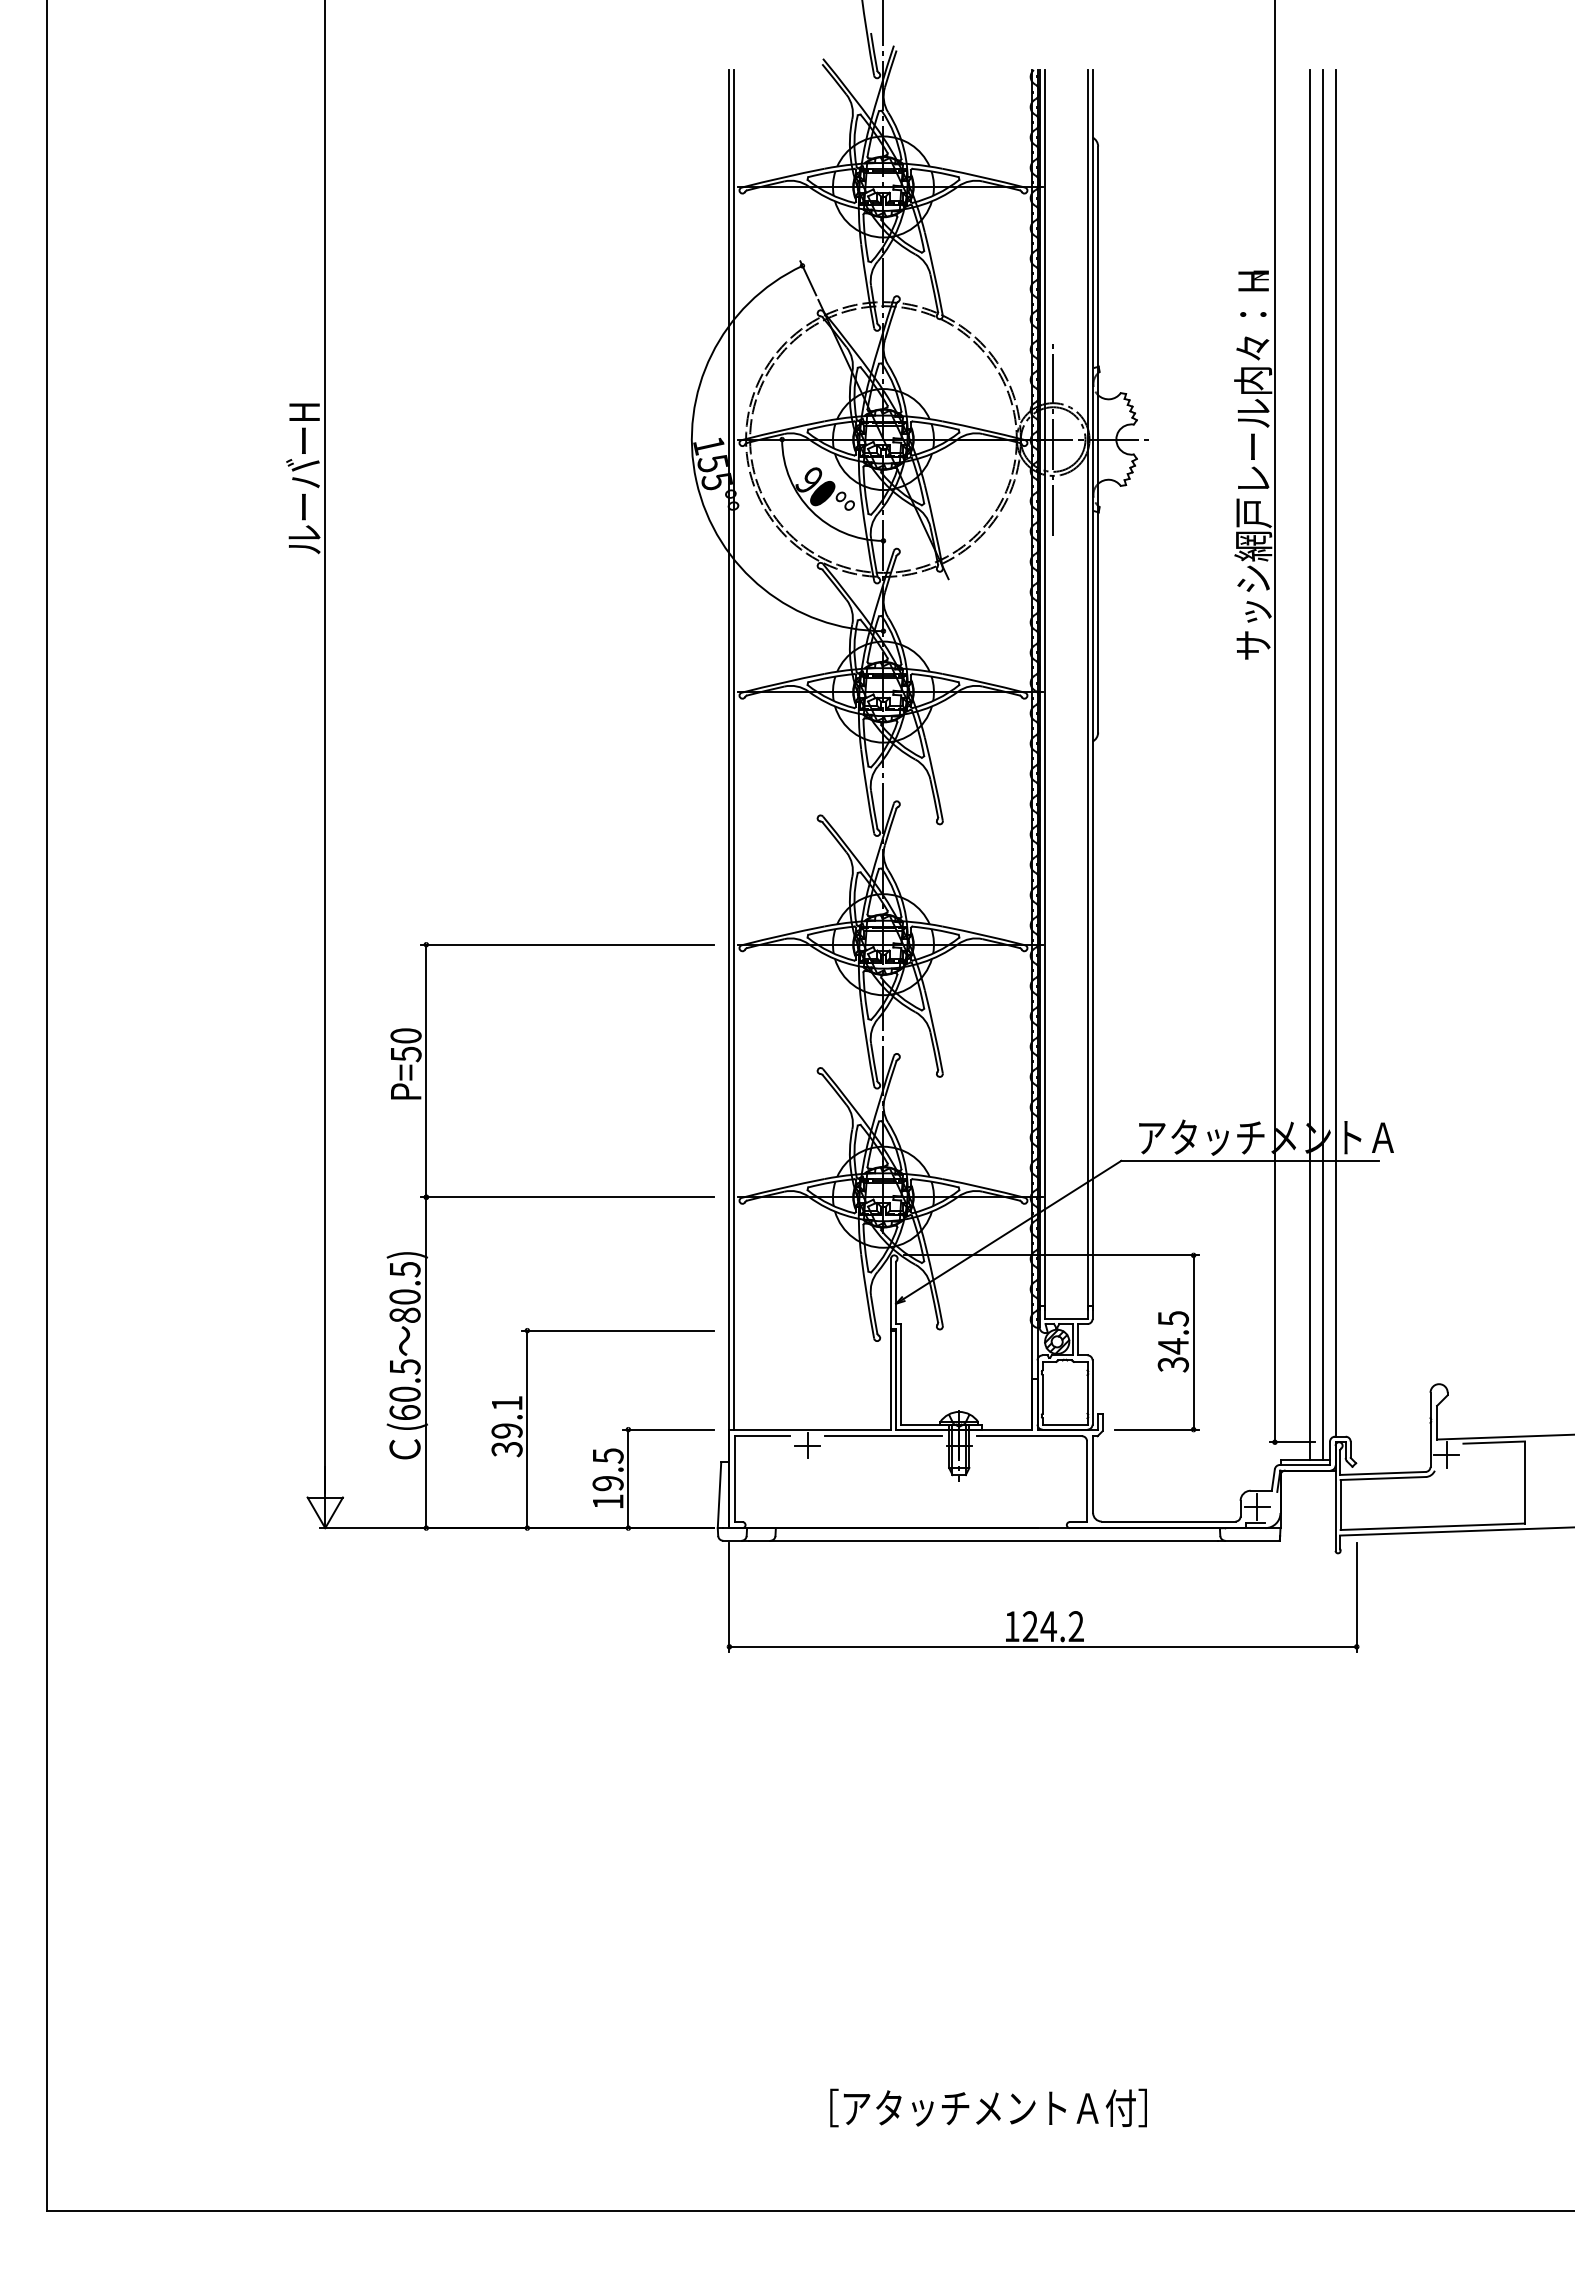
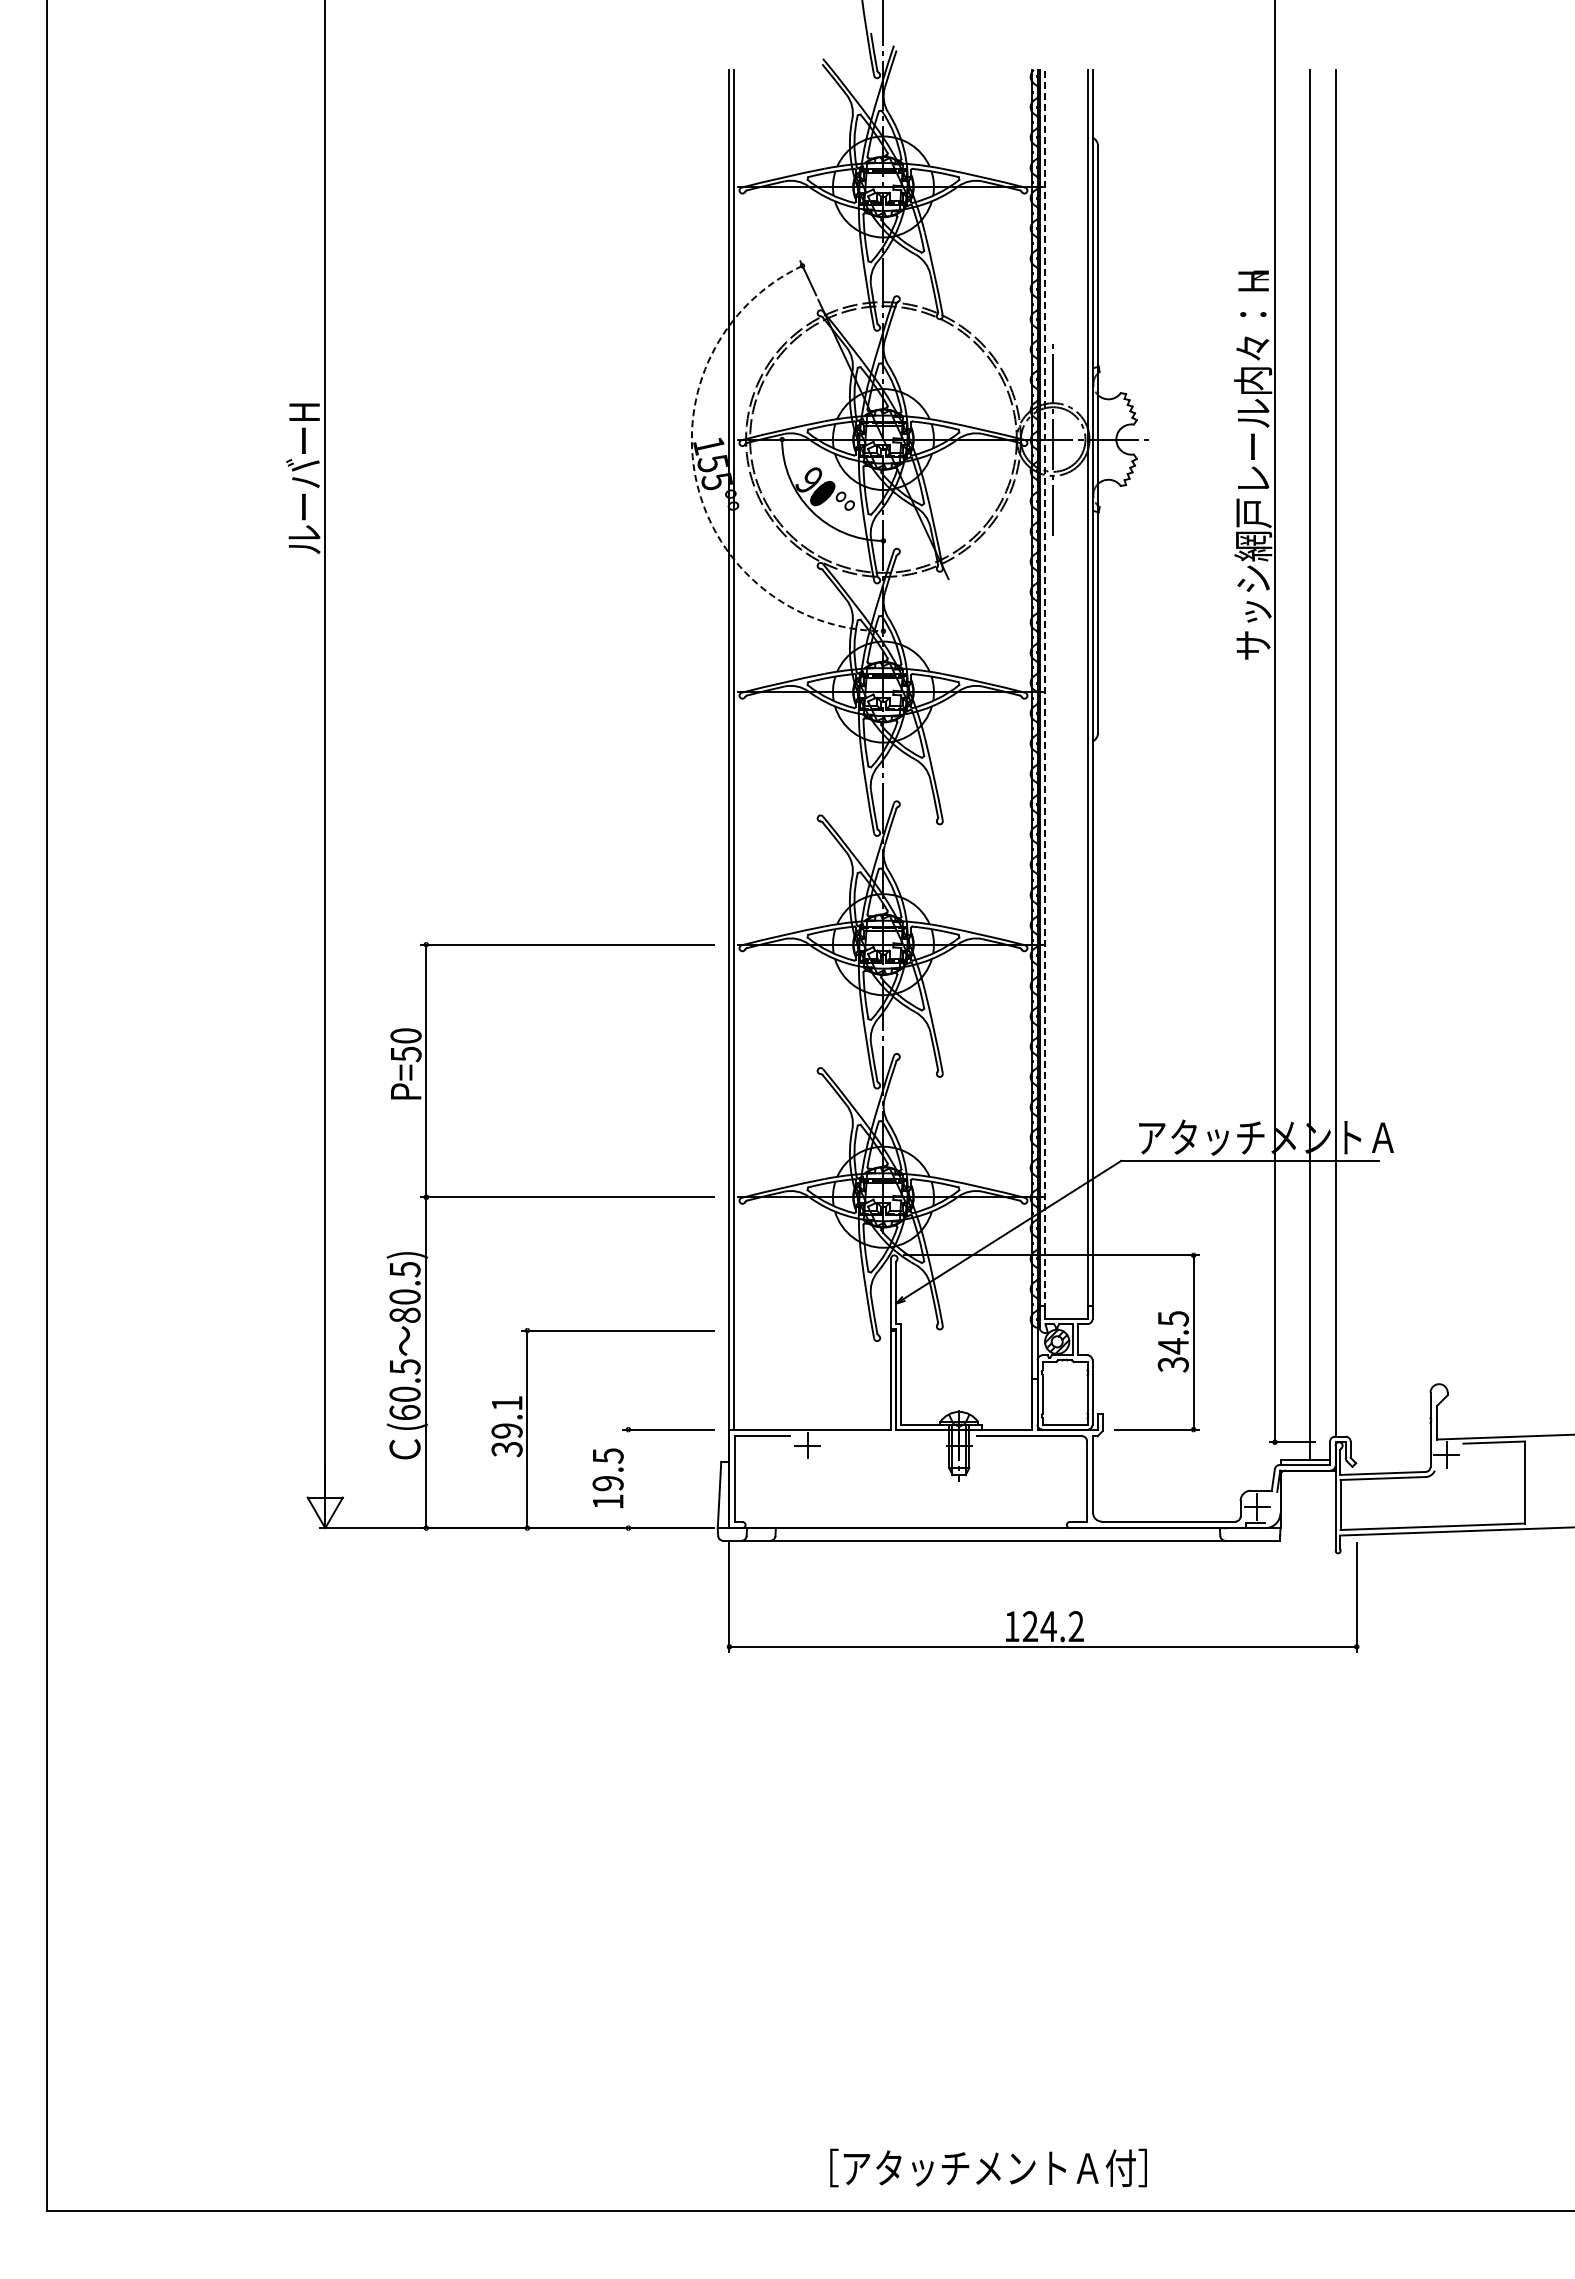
arc at (696, 481): solid -> dashed
line at (1044, 689): solid -> dashed
line at (1322, 765): present -> none
line at (882, 1436): present -> none
line at (628, 1478): present -> none
text at (988, 2107) position: (988, 2107) -> (988, 2167)
